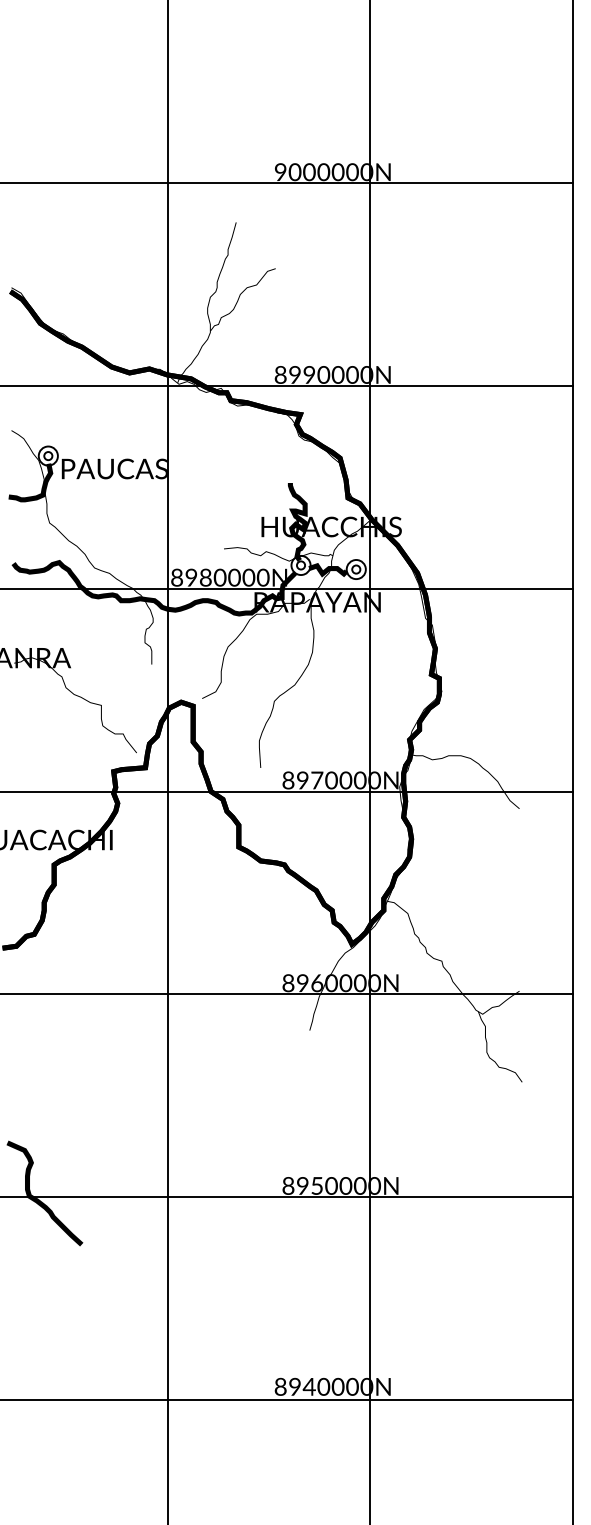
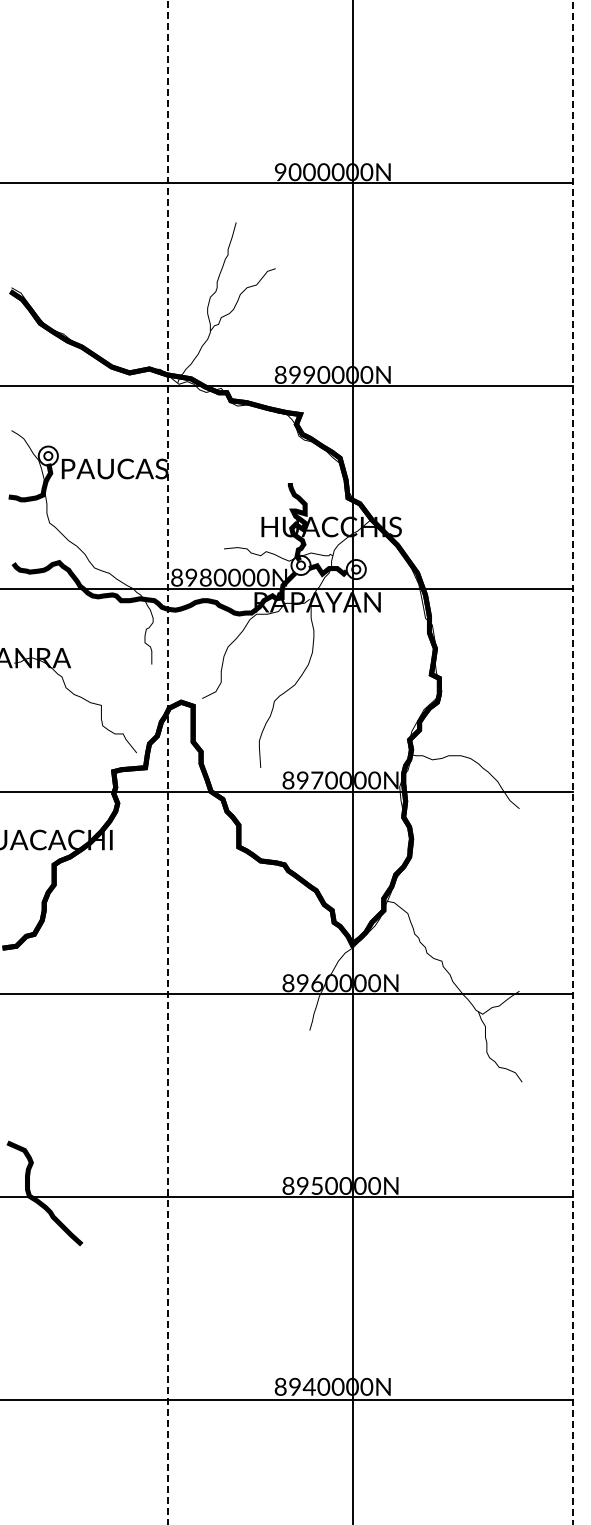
line at (167, 761): solid -> dashed
line at (370, 761) position: (370, 761) -> (353, 761)
line at (573, 762): solid -> dashed
